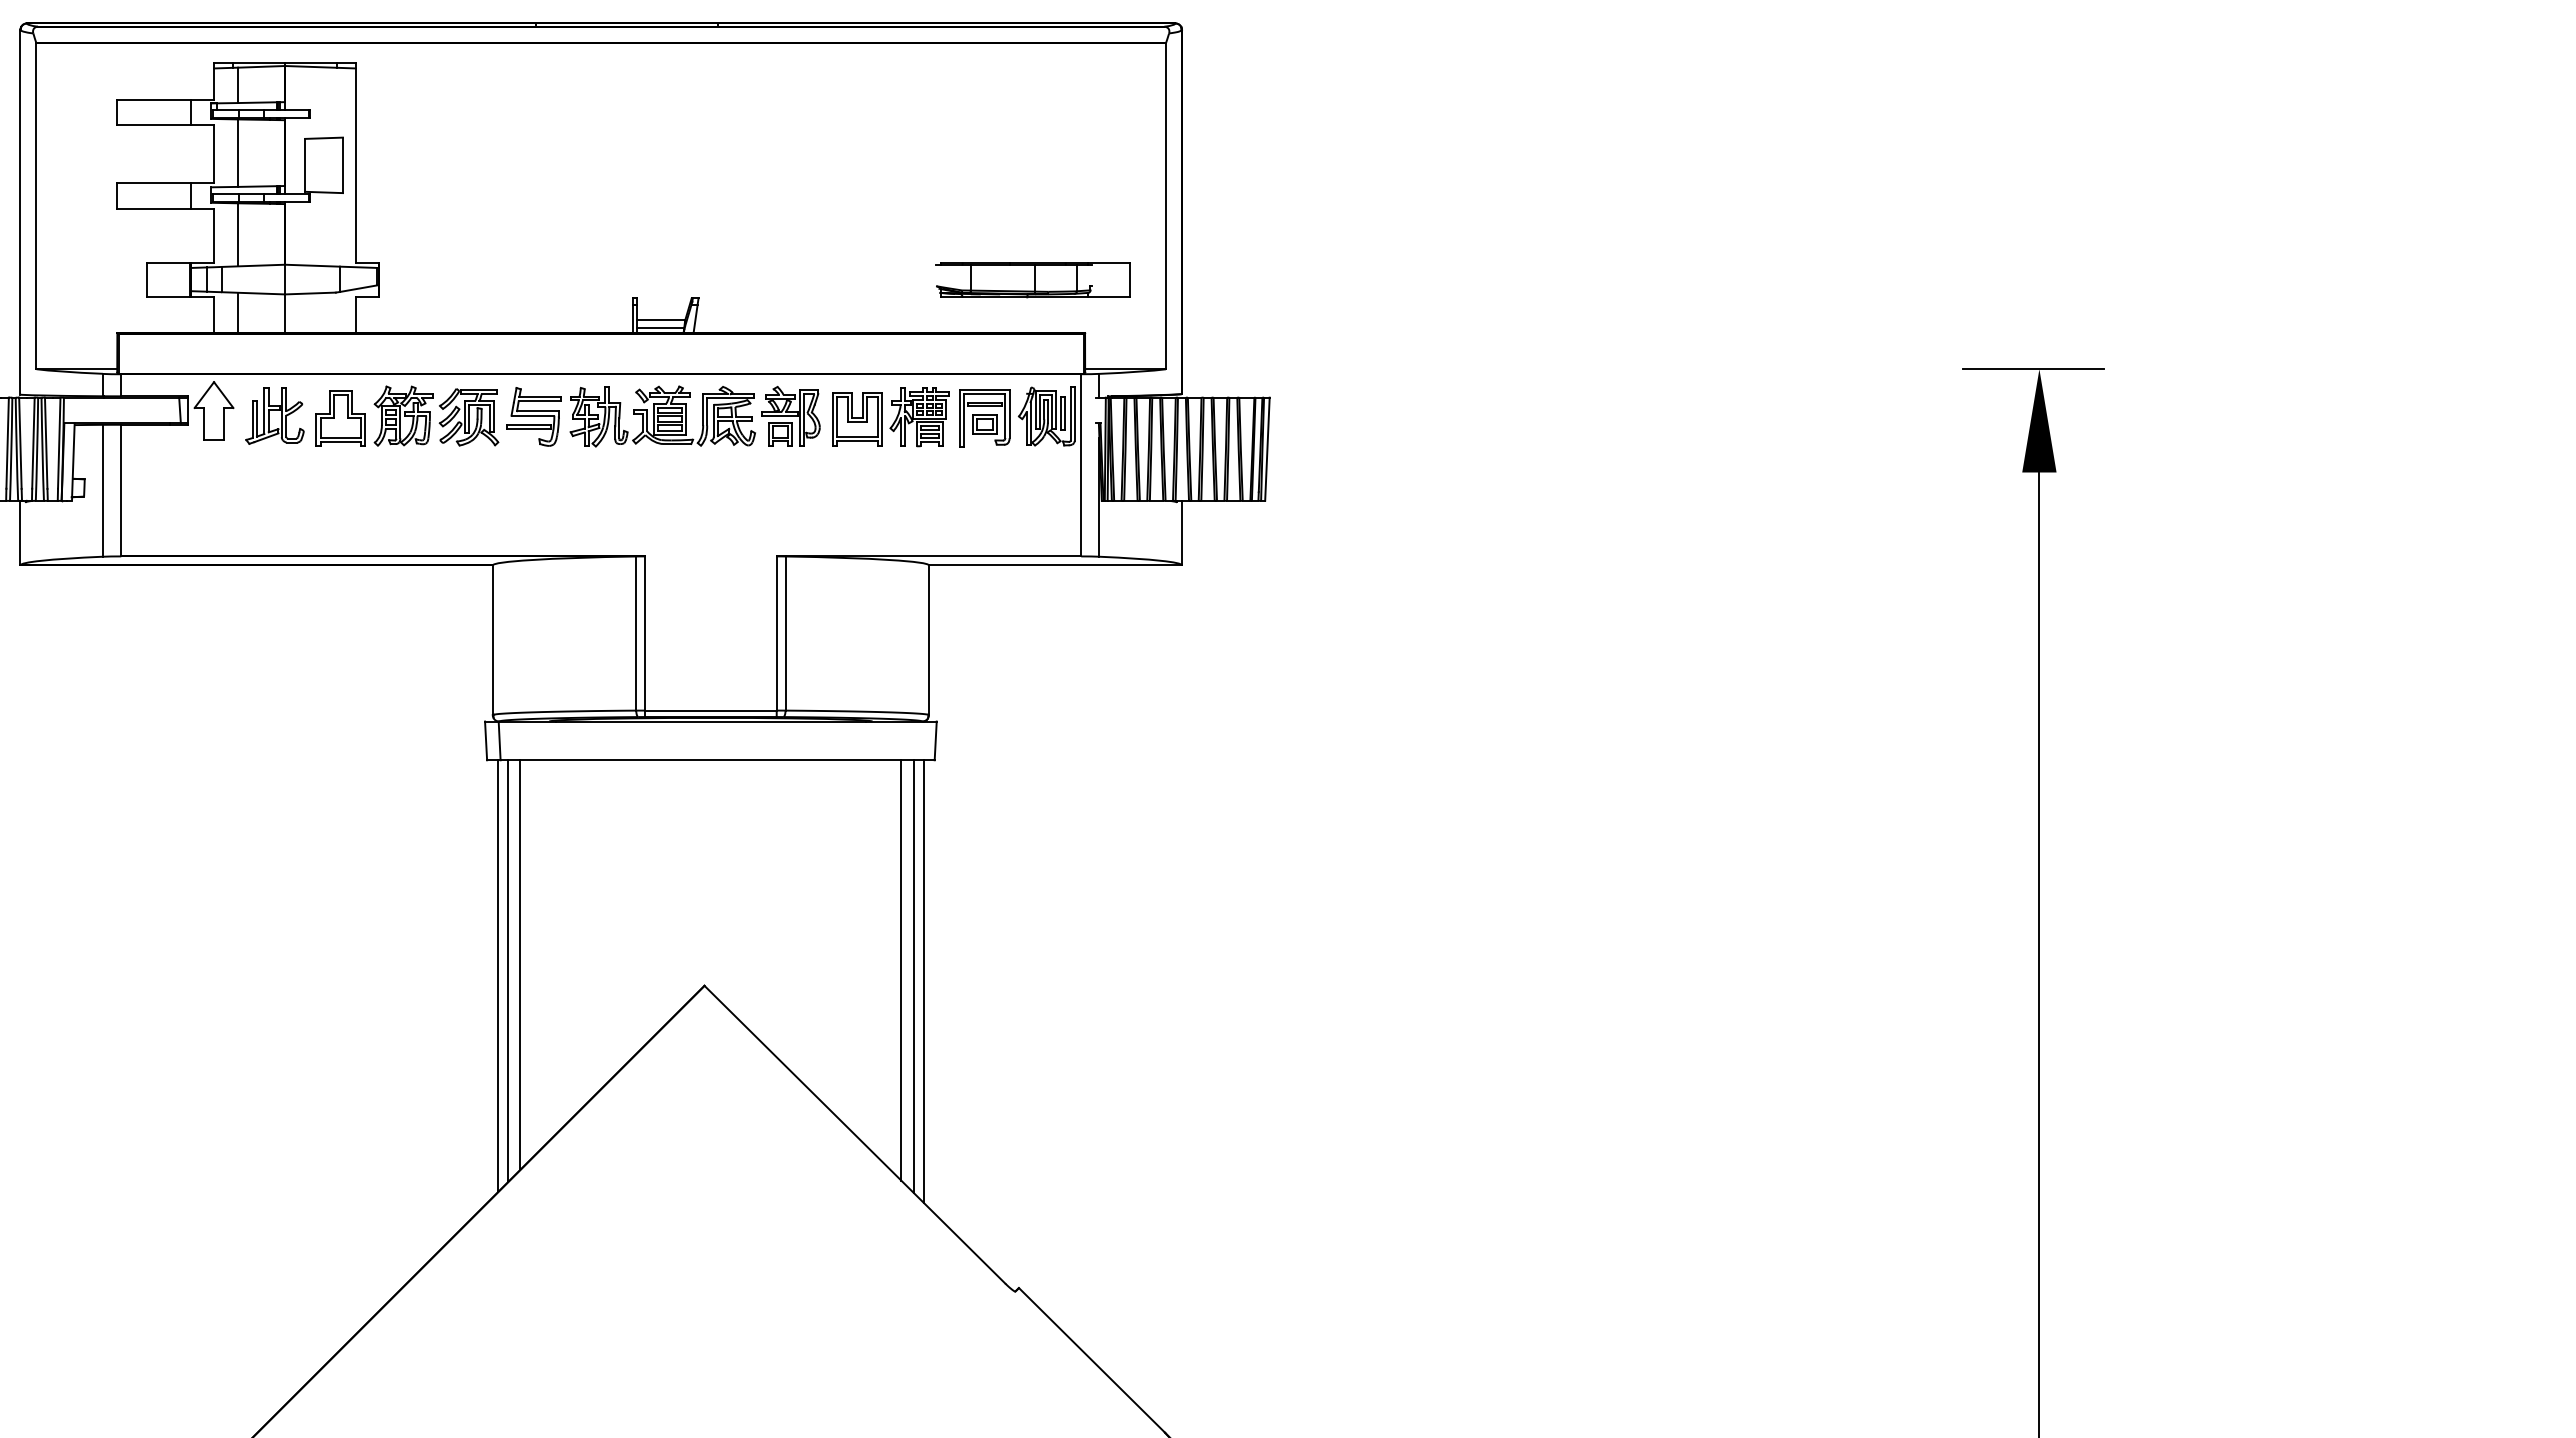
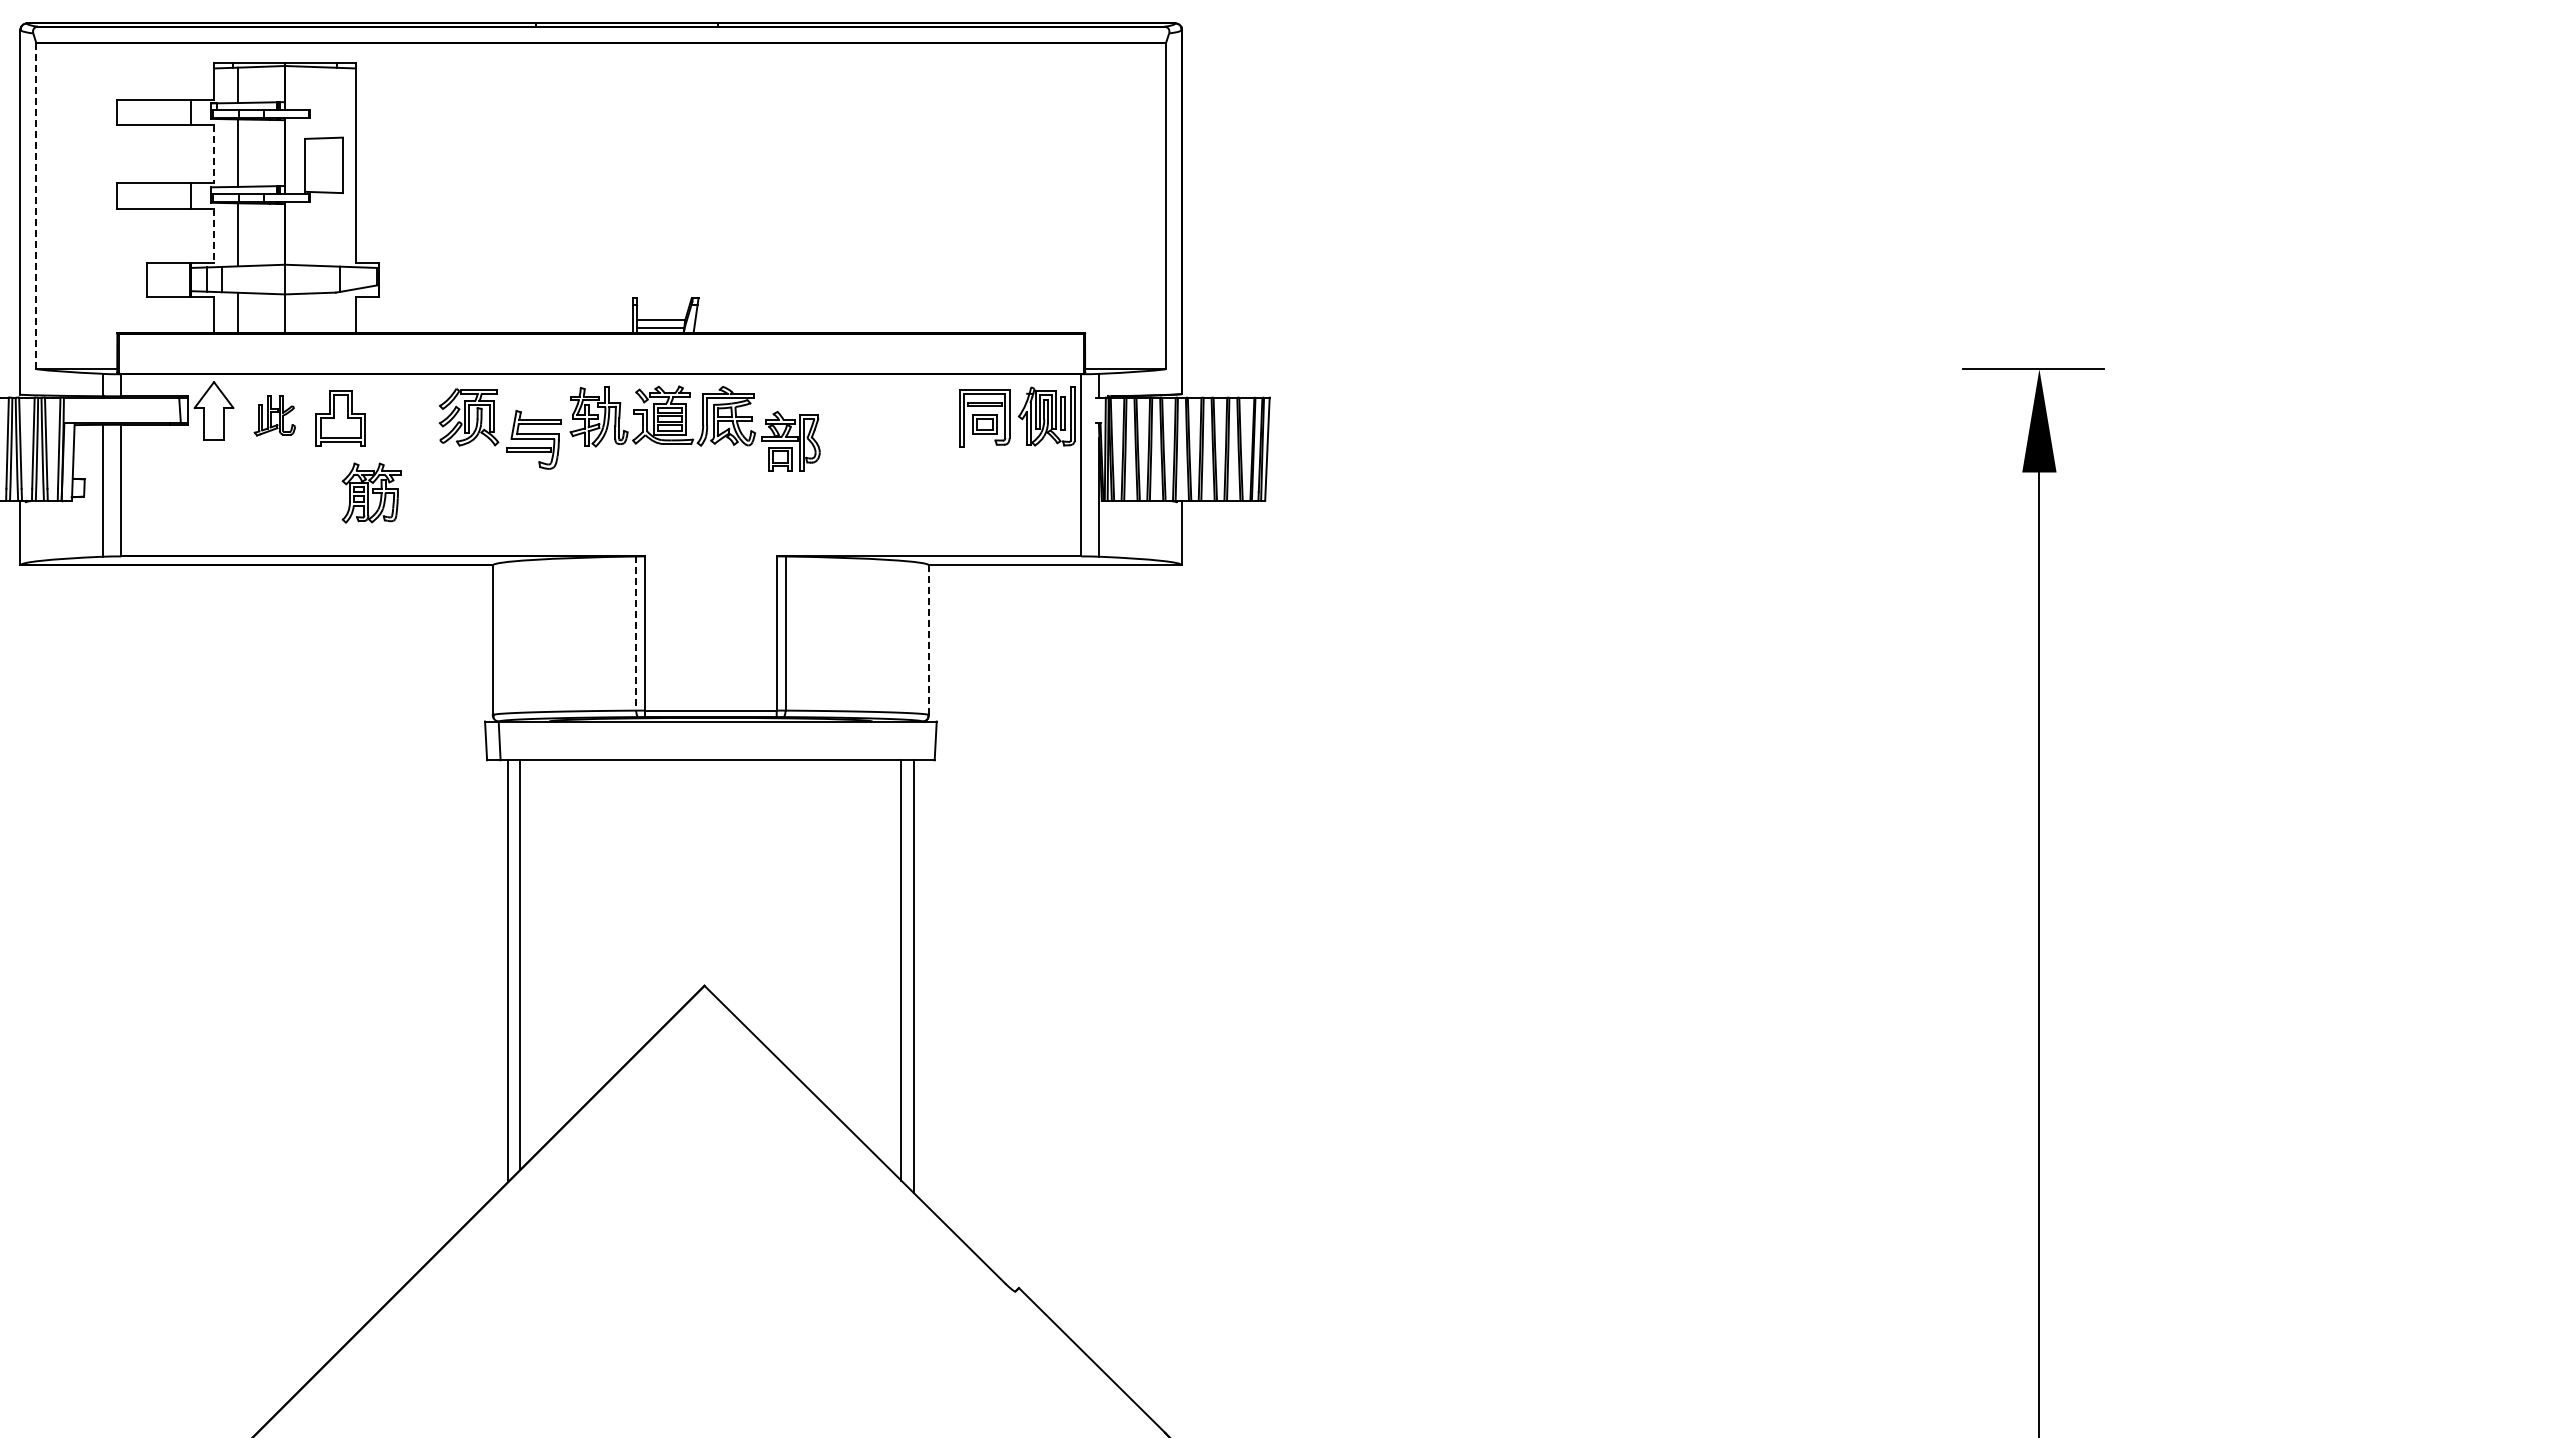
line at (214, 154): solid -> dashed
line at (36, 206): solid -> dashed
line at (214, 236): solid -> dashed
part at (1032, 280): present -> none
part at (274, 415) size: 60x58 px -> 43x42 px
part at (403, 415) position: (403, 415) -> (371, 492)
part at (790, 415) position: (790, 415) -> (790, 440)
part at (533, 416) position: (533, 416) -> (533, 439)
part at (890, 417): present -> none
line at (636, 634): solid -> dashed
line at (928, 640): solid -> dashed
line at (497, 976): present -> none
line at (923, 981): present -> none
